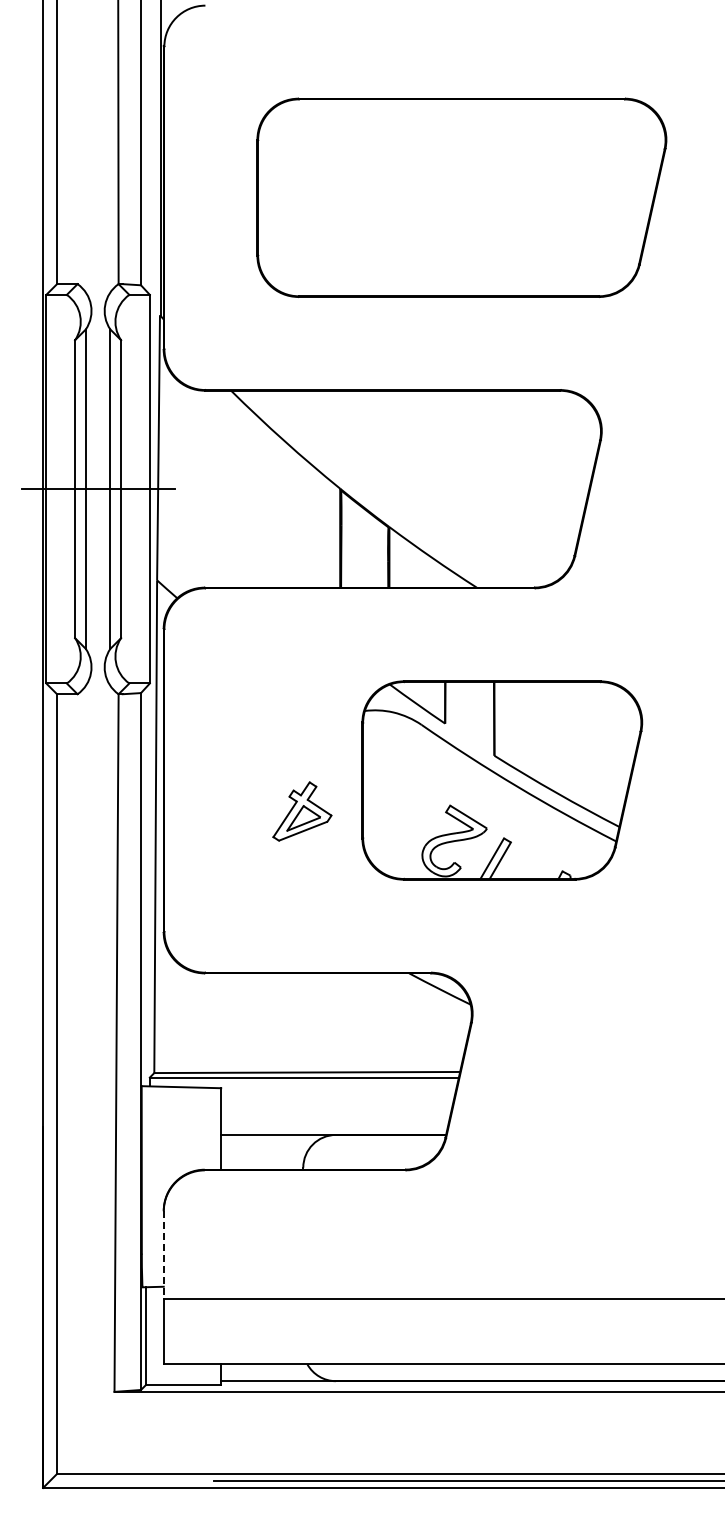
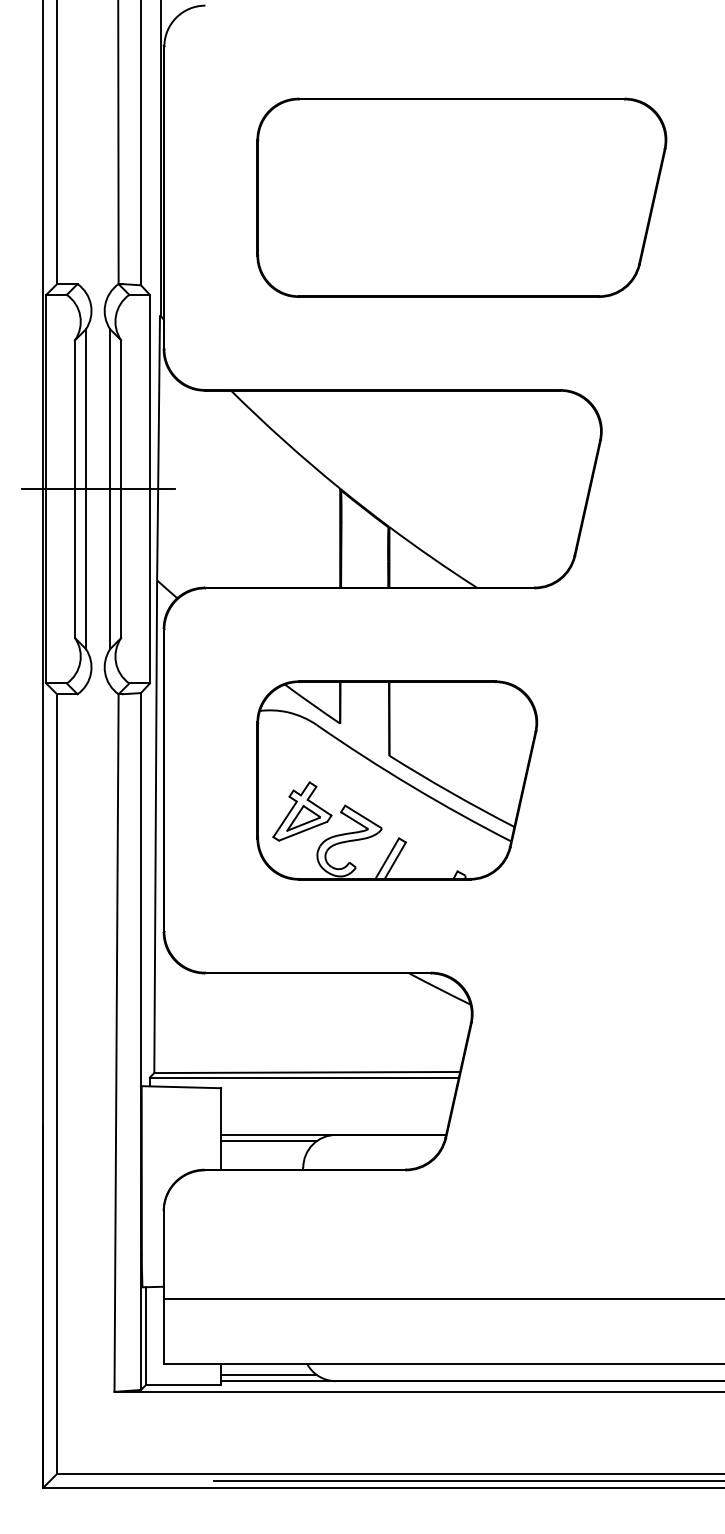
part at (502, 780) position: (502, 780) -> (397, 780)
line at (269, 1140): none -> present
line at (163, 1255): dashed -> solid
line at (269, 1375): none -> present
